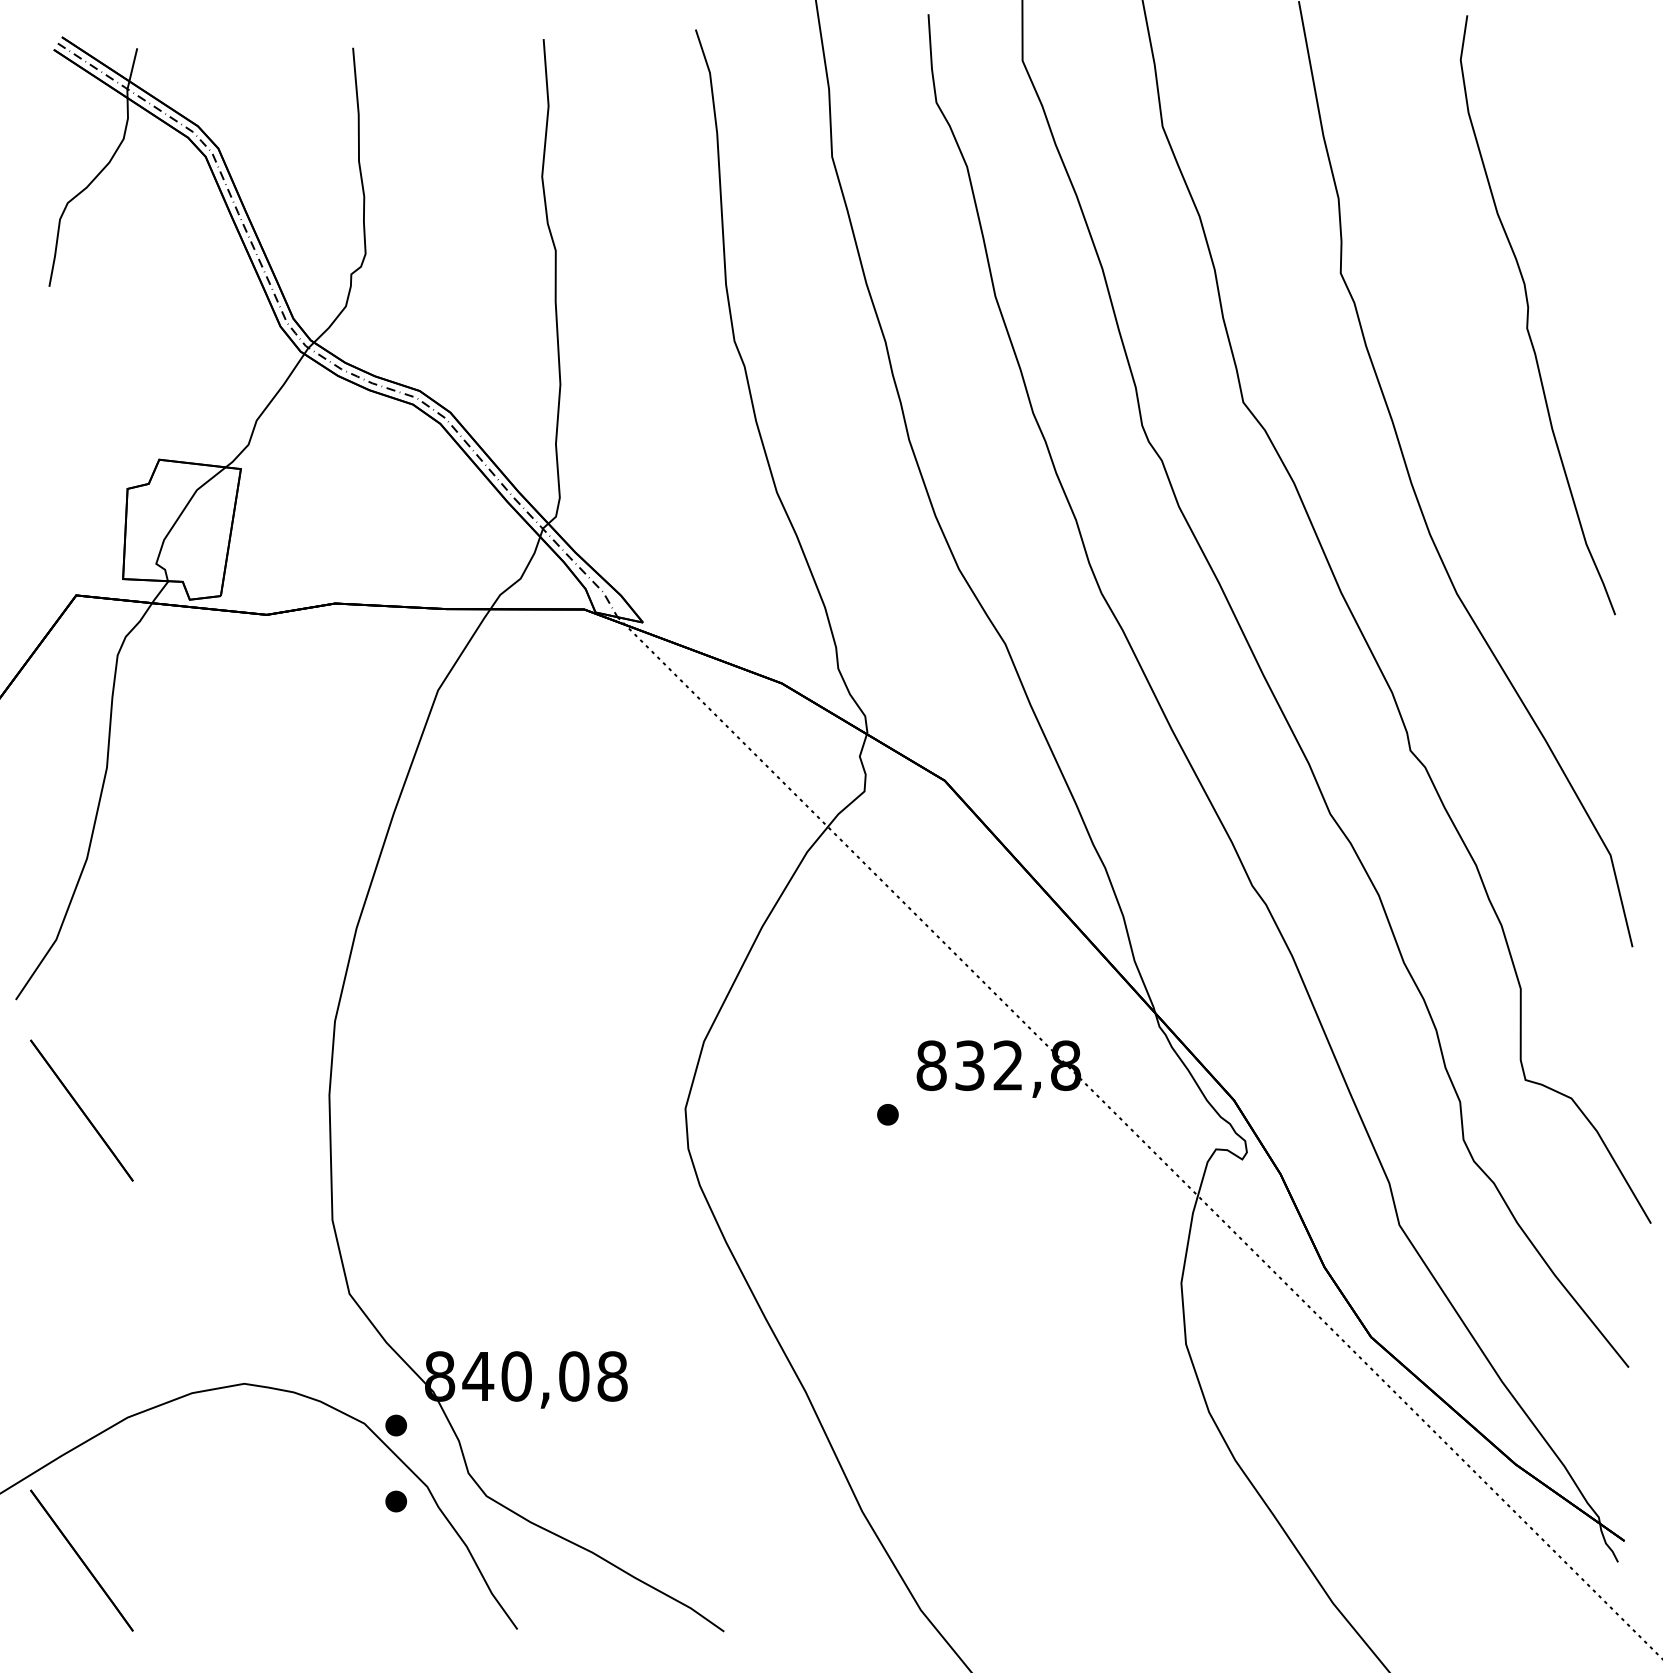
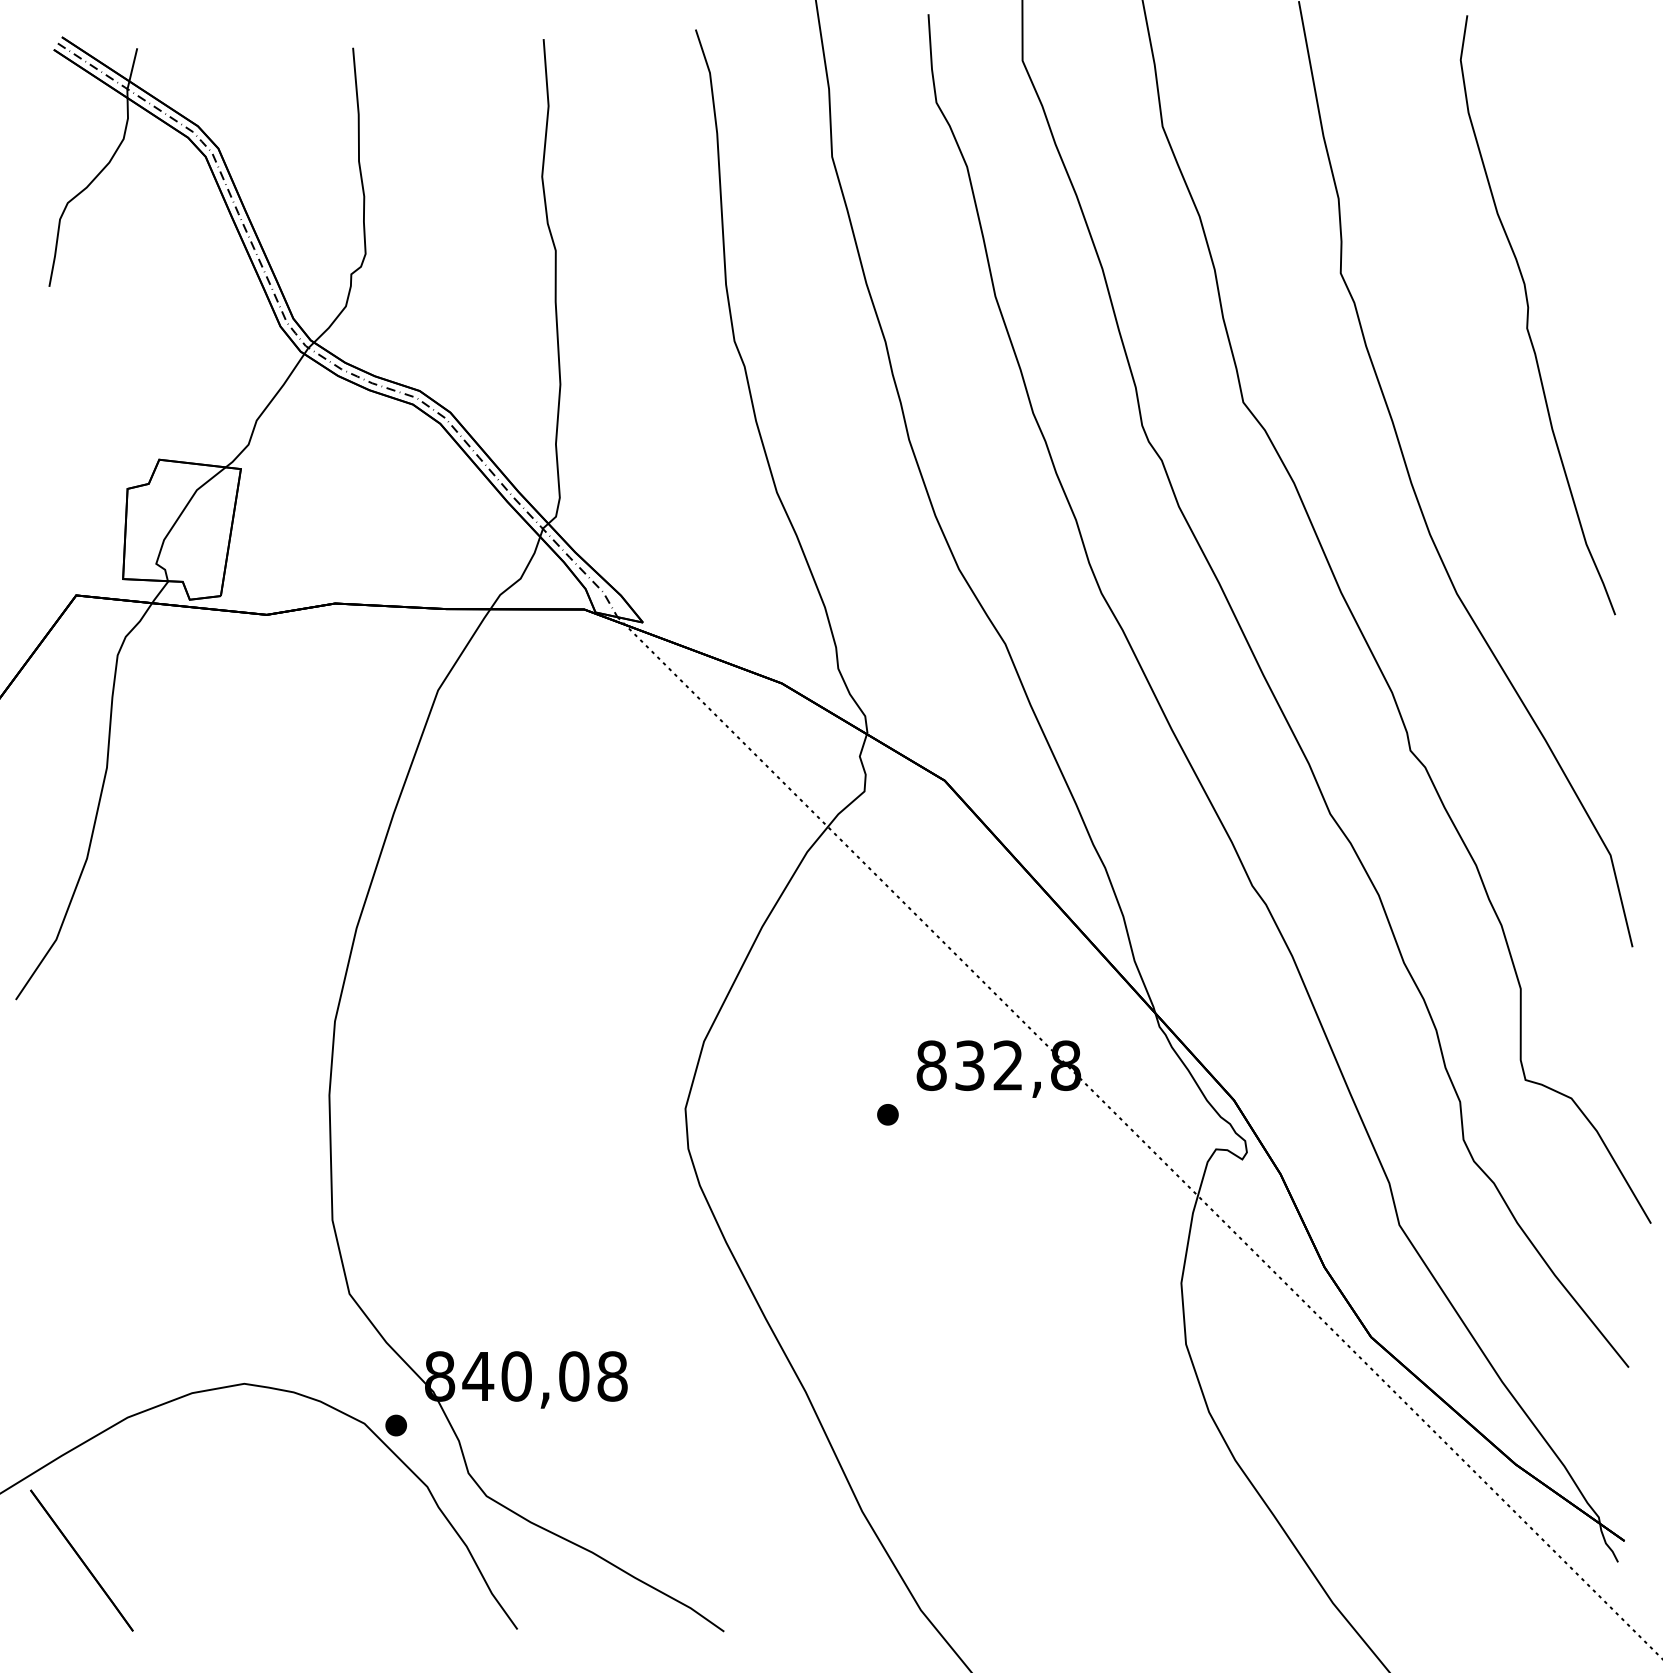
line at (81, 1110): present -> none
part at (395, 1501): present -> none
